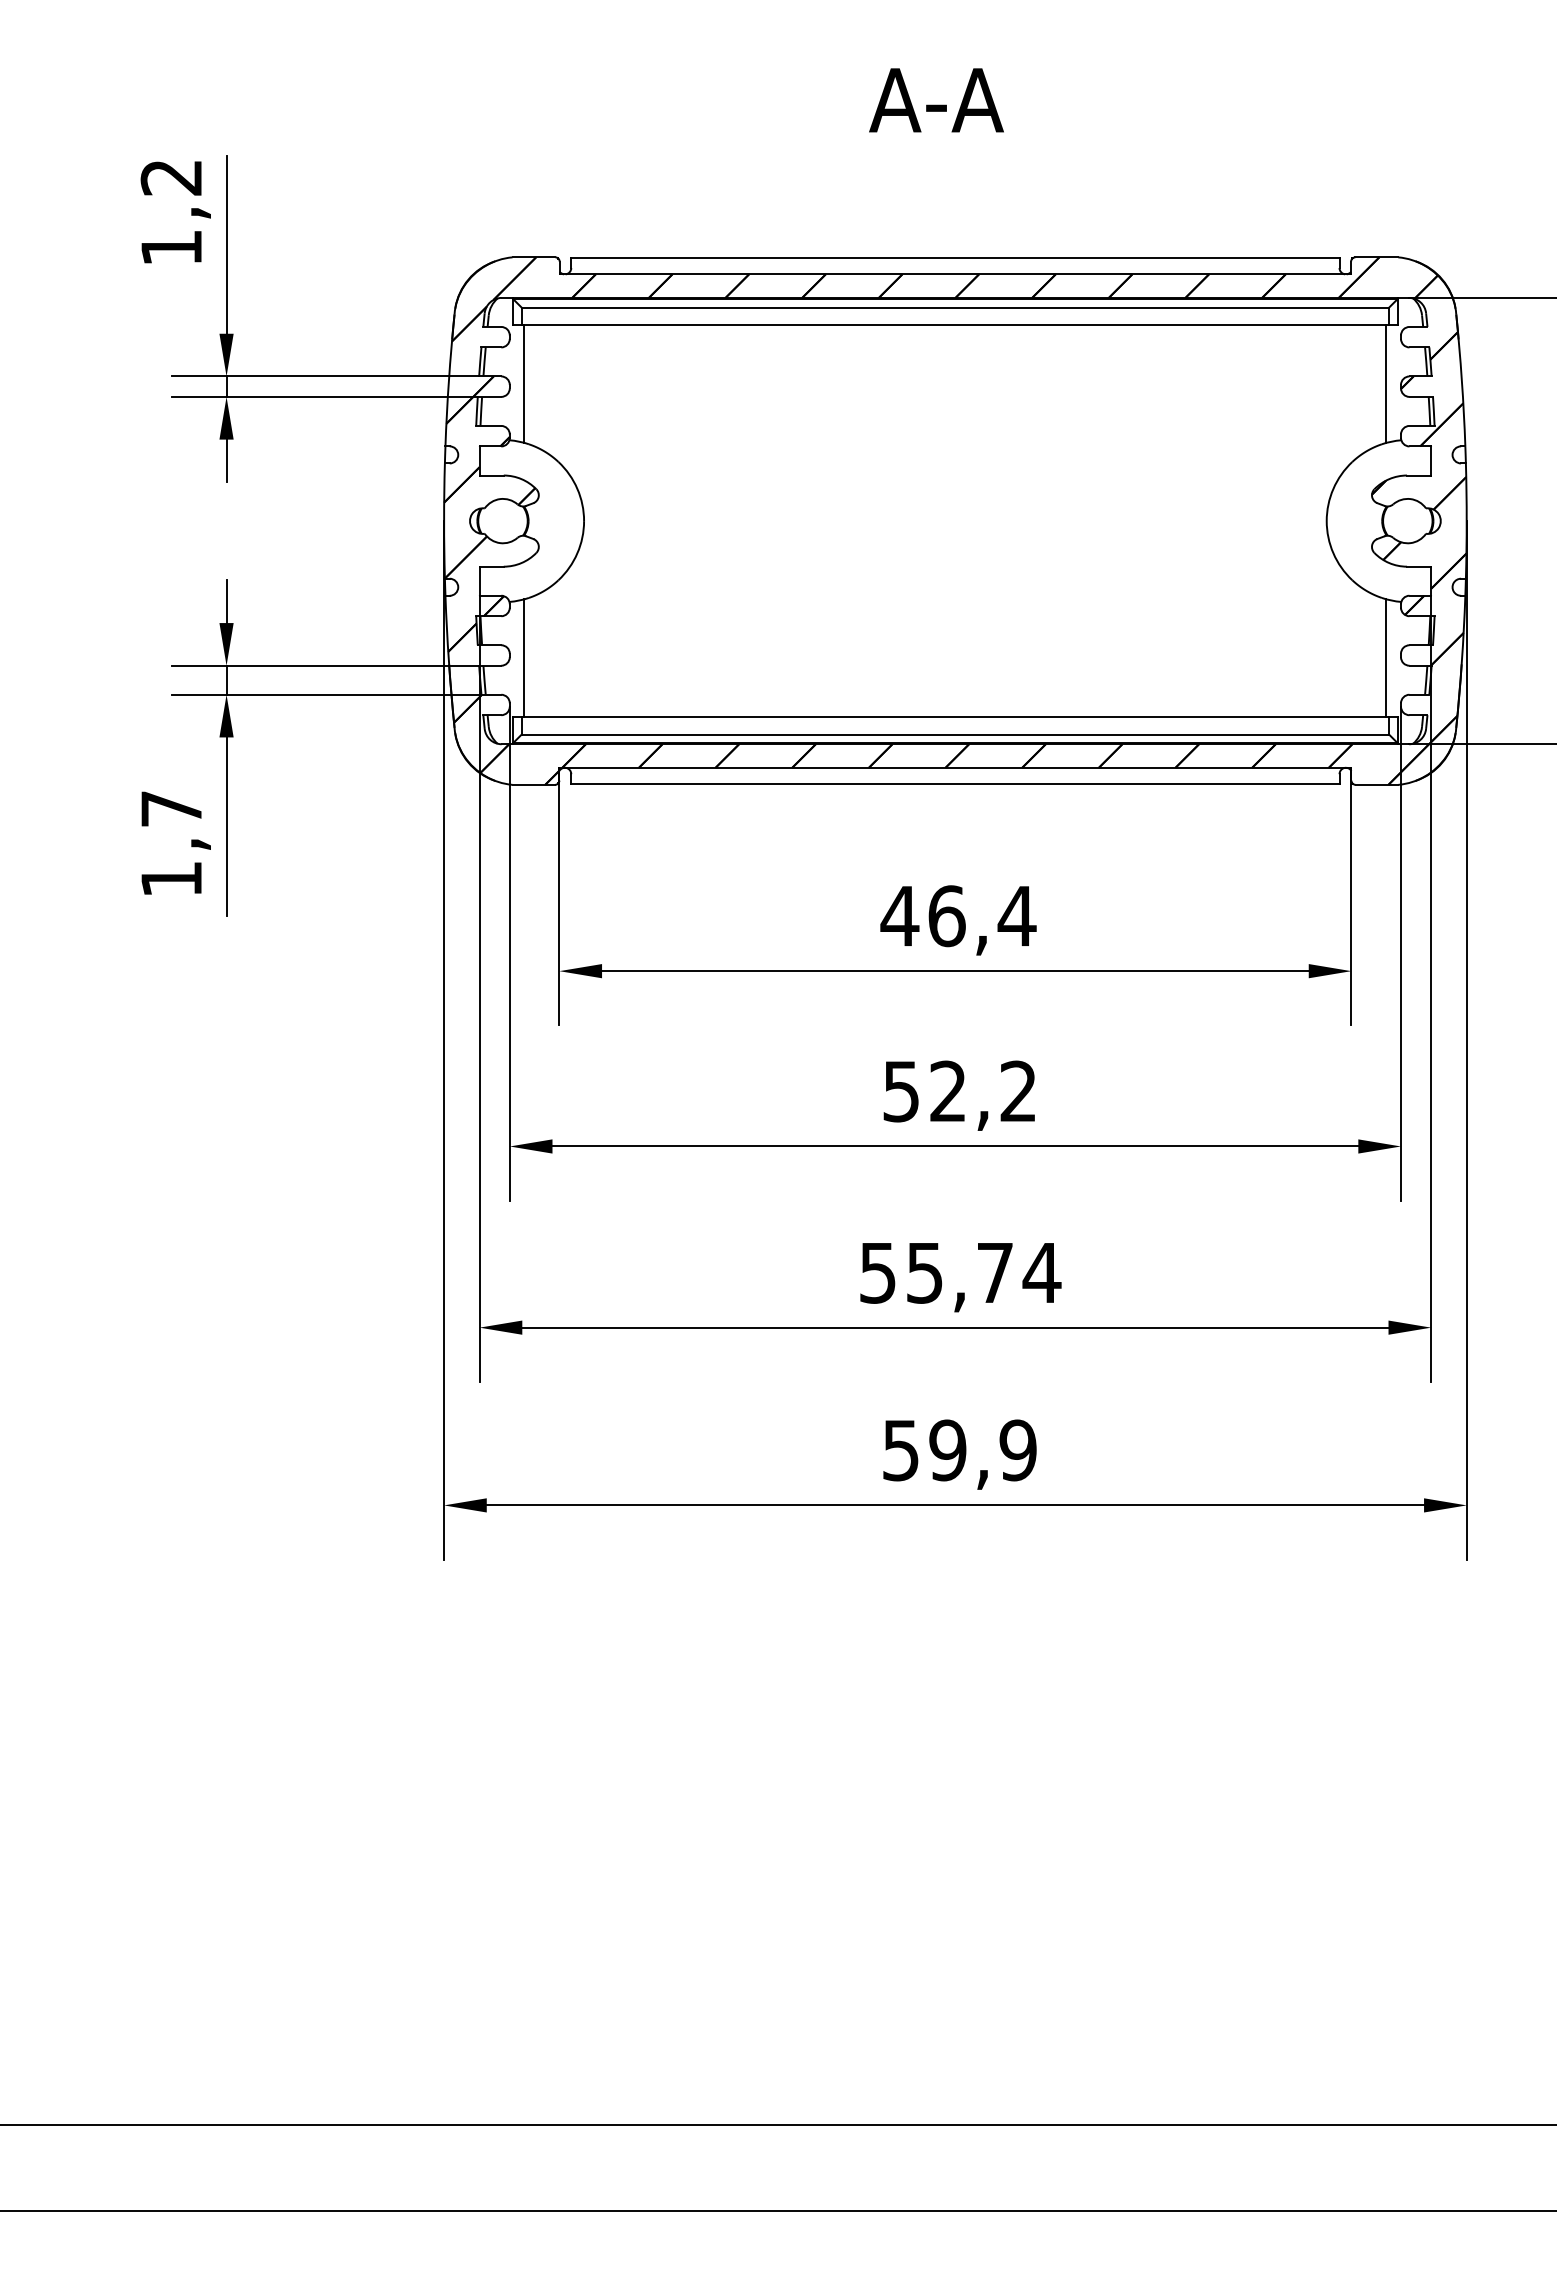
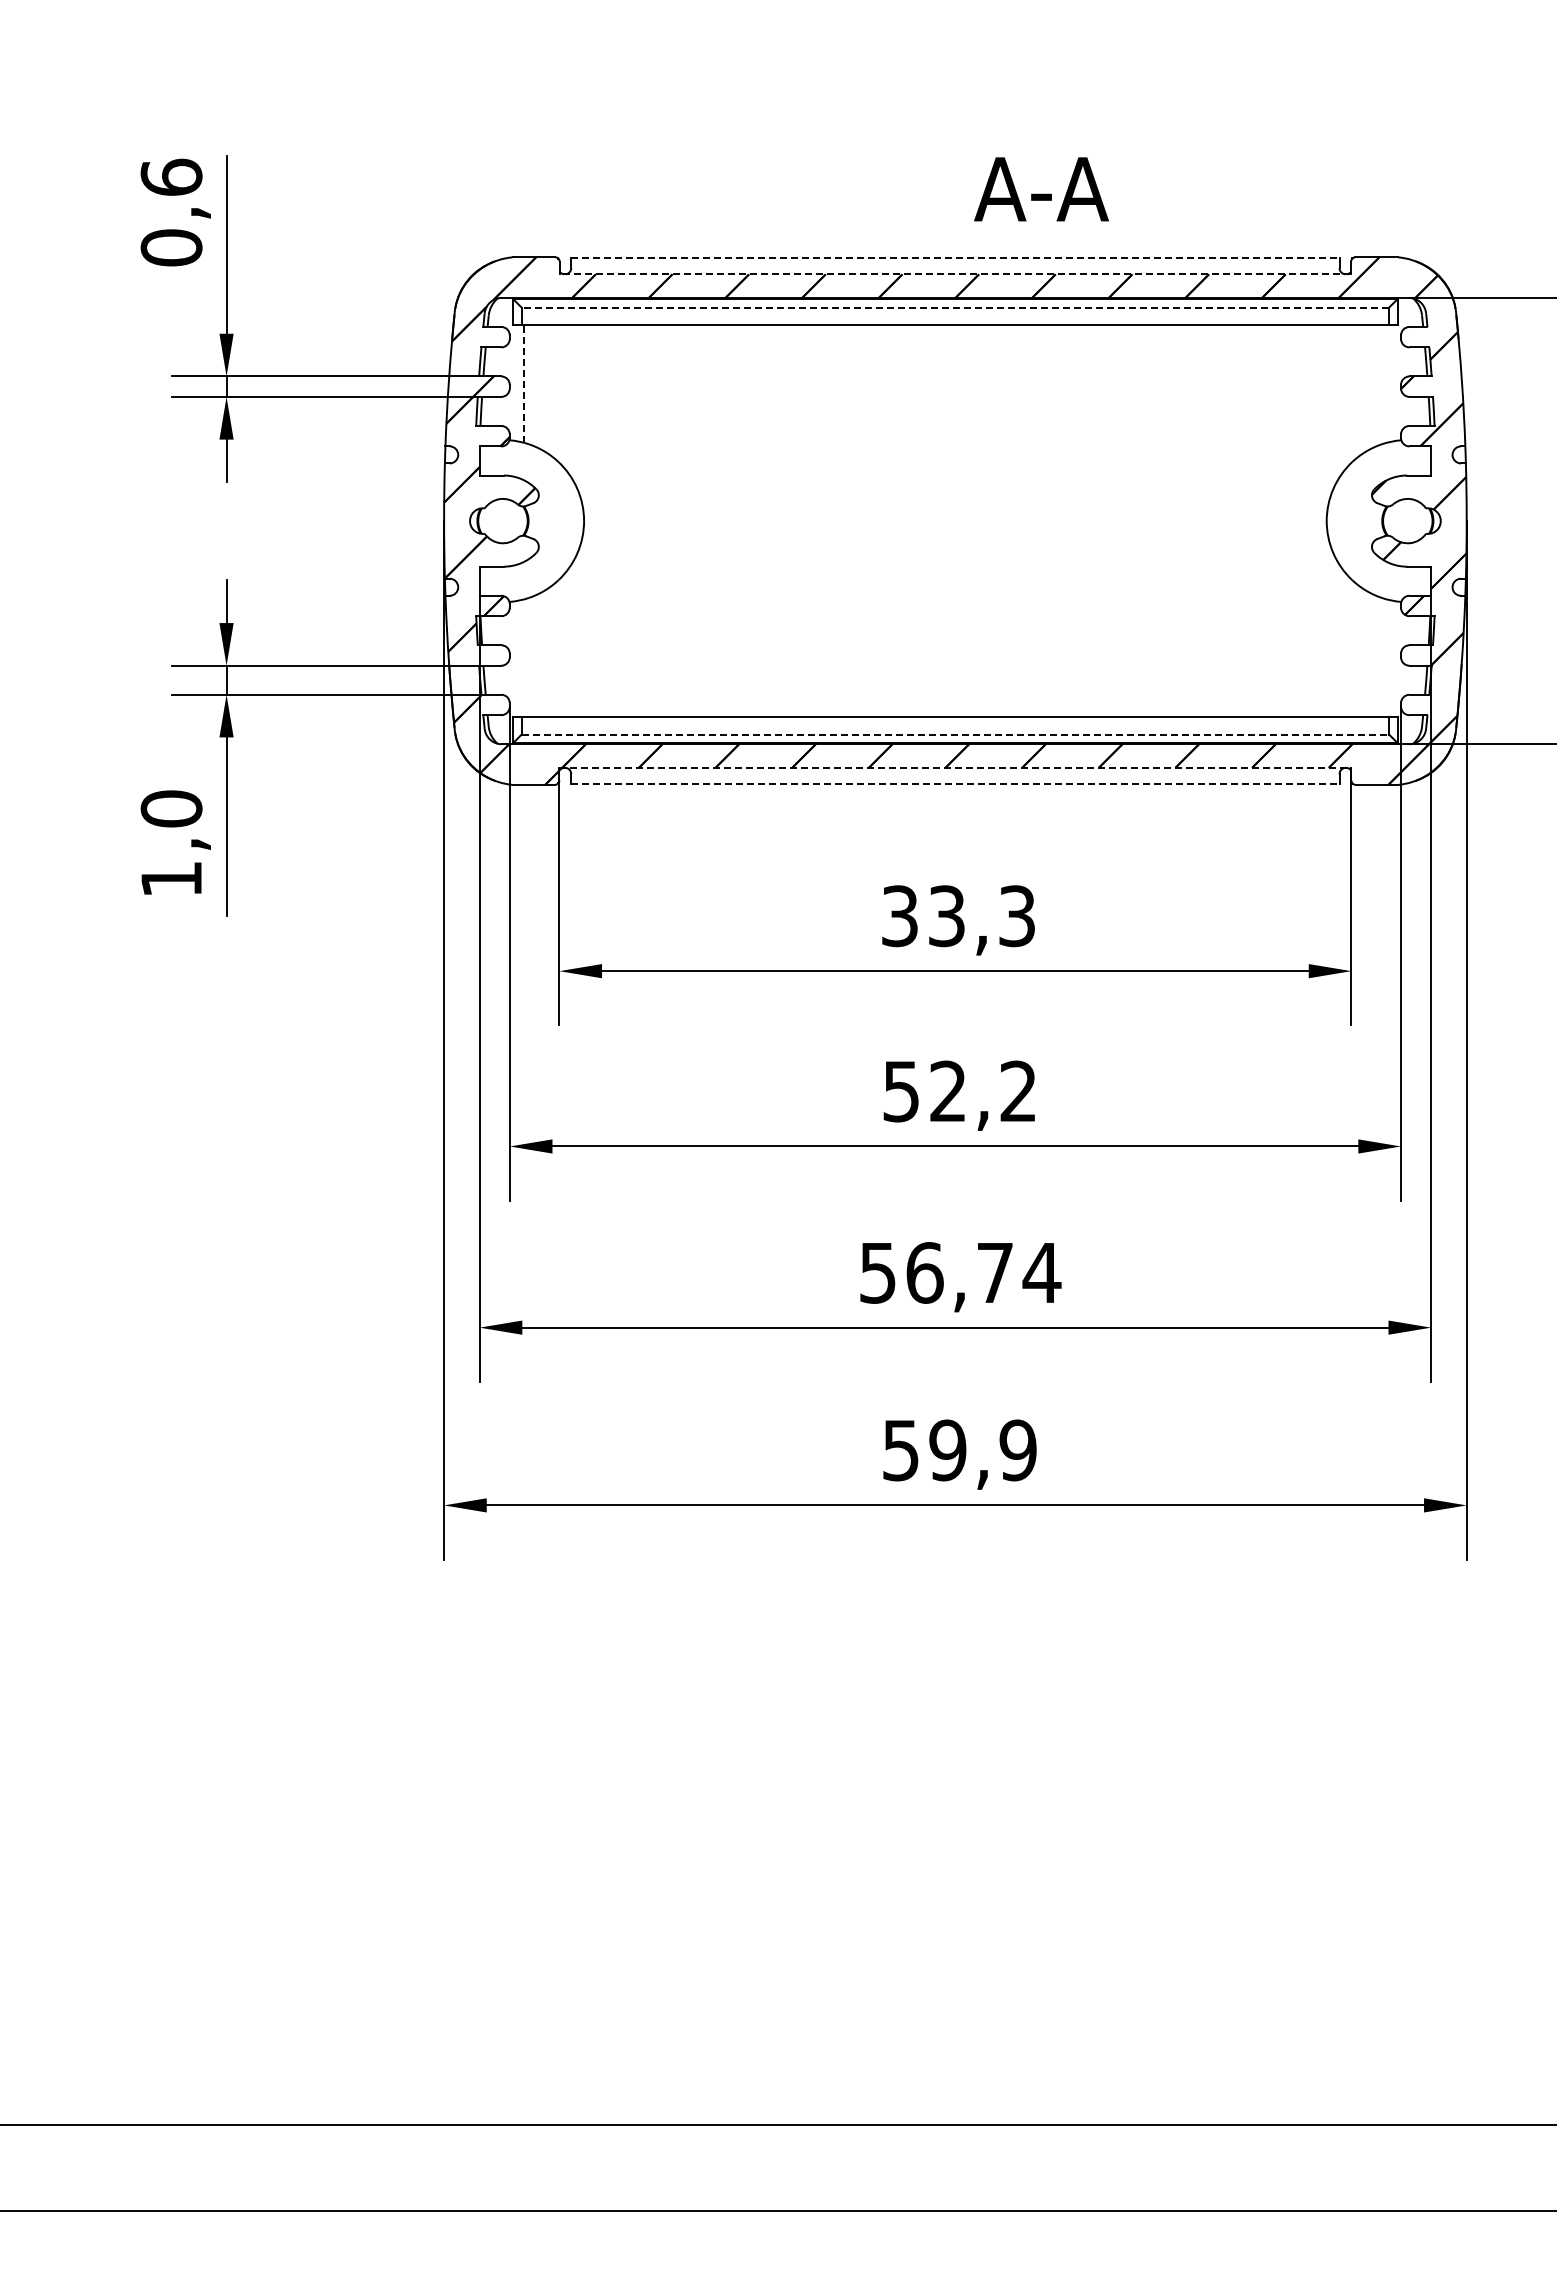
text at (936, 100) position: (936, 100) -> (1041, 189)
text at (171, 212): 1,2 -> 0,6
line at (955, 258): solid -> dashed
line at (955, 274): solid -> dashed
line at (955, 307): solid -> dashed
line at (524, 383): solid -> dashed
line at (1386, 383): present -> none
line at (524, 658): present -> none
line at (1386, 658): present -> none
line at (955, 734): solid -> dashed
line at (955, 767): solid -> dashed
line at (955, 784): solid -> dashed
text at (171, 808): 1,7 -> 1,0
text at (958, 916): 46,4 -> 33,3
text at (924, 1272): 55,74 -> 56,74
